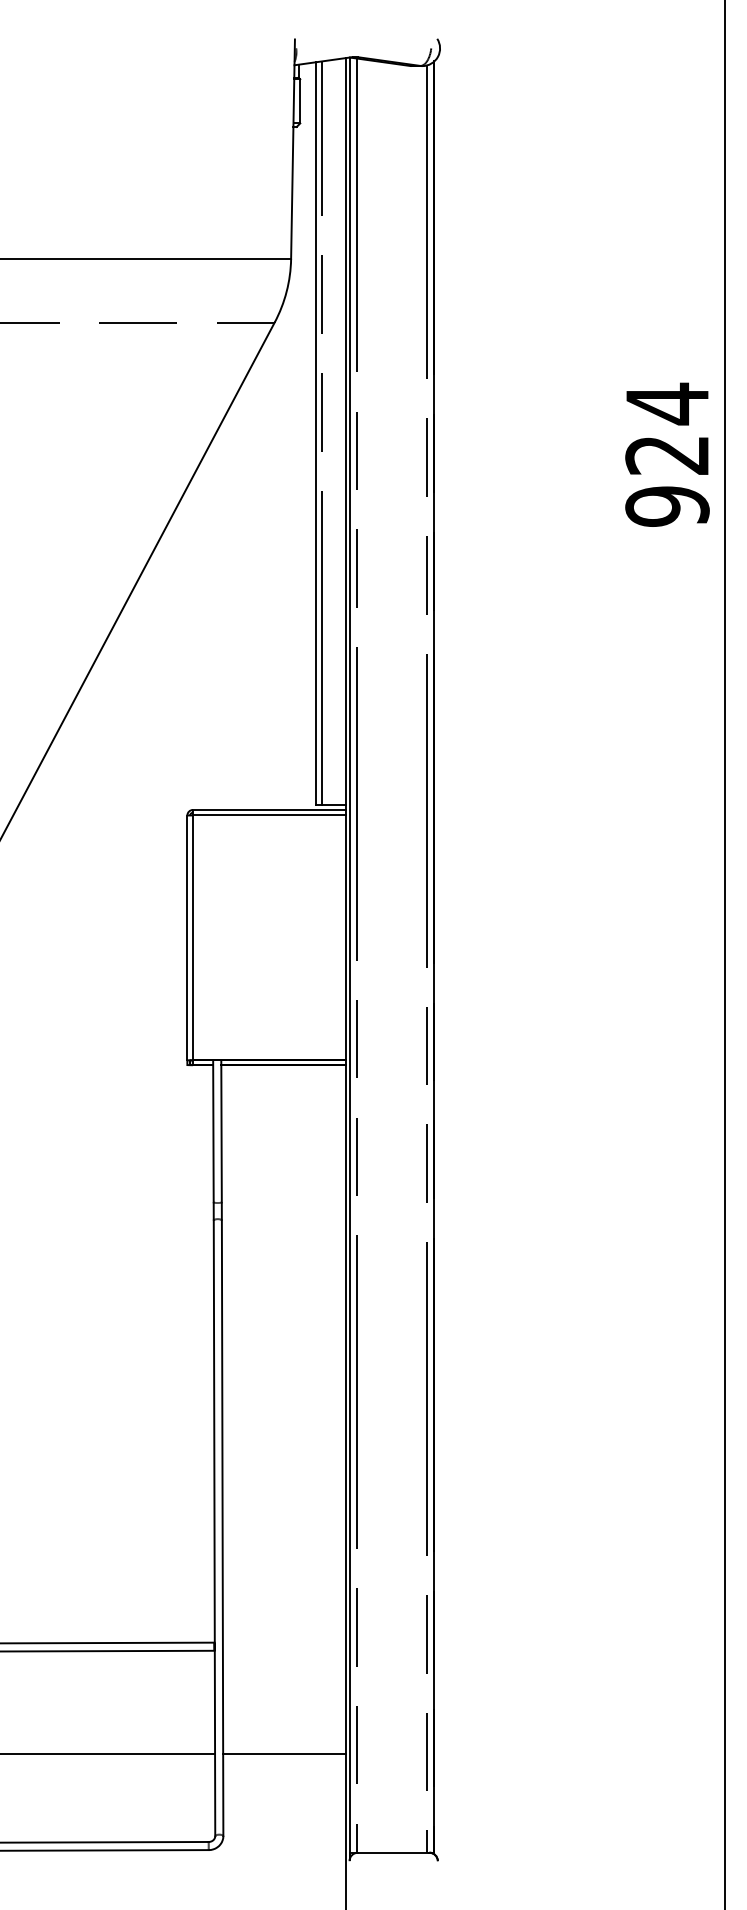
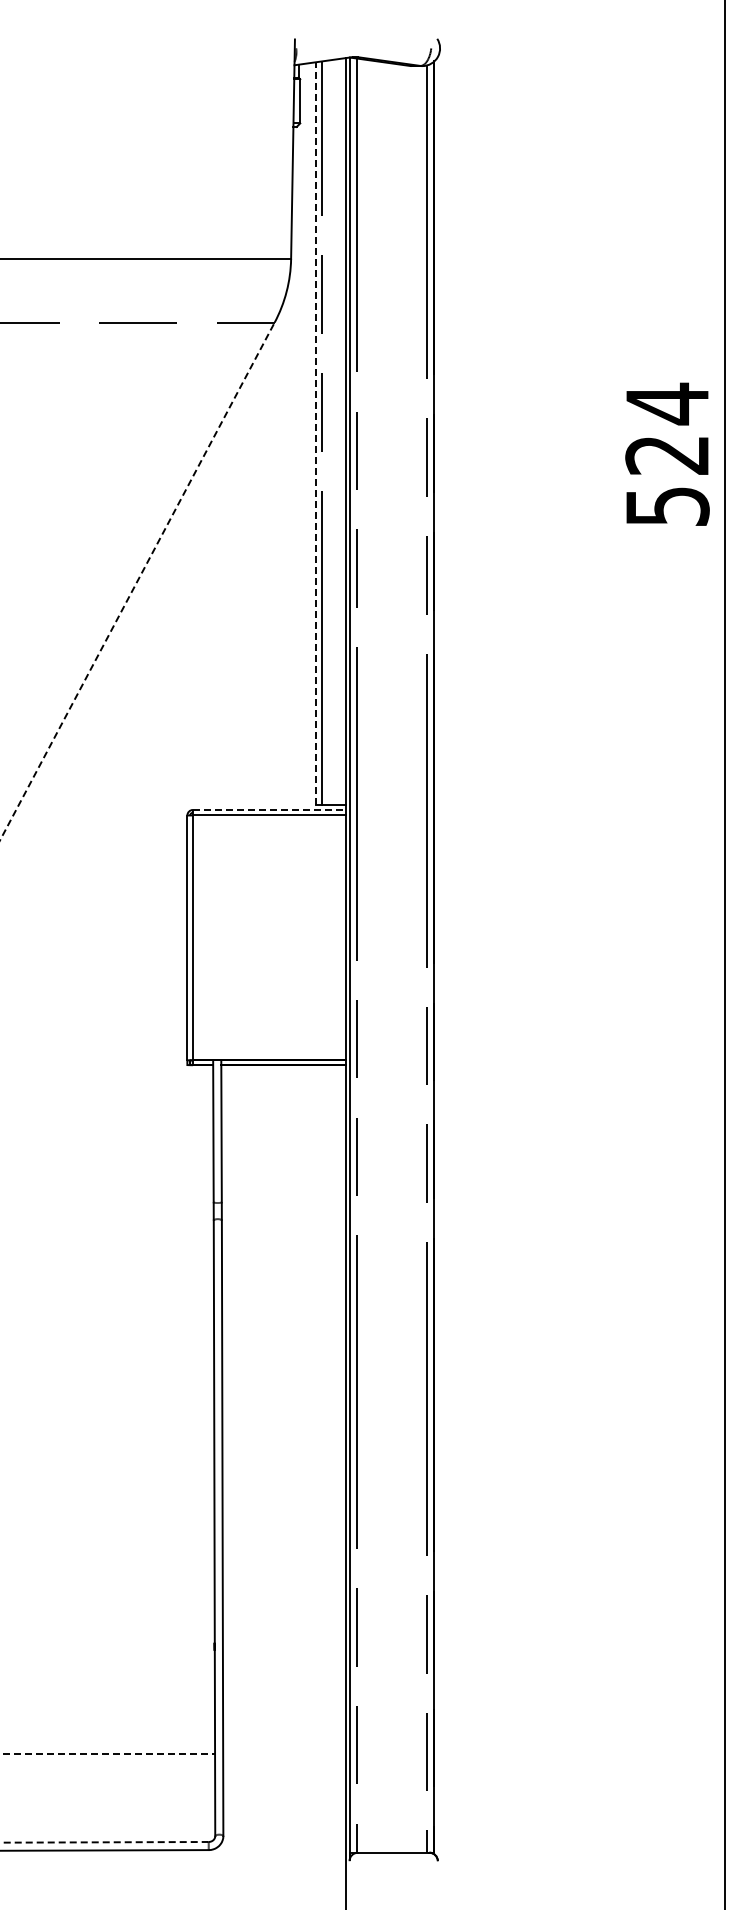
line at (316, 432): solid -> dashed
text at (667, 506): 924 -> 524
line at (137, 581): solid -> dashed
line at (269, 810): solid -> dashed
line at (108, 1642): present -> none
line at (108, 1650): present -> none
line at (108, 1753): solid -> dashed
line at (284, 1753): present -> none
line at (104, 1842): solid -> dashed
